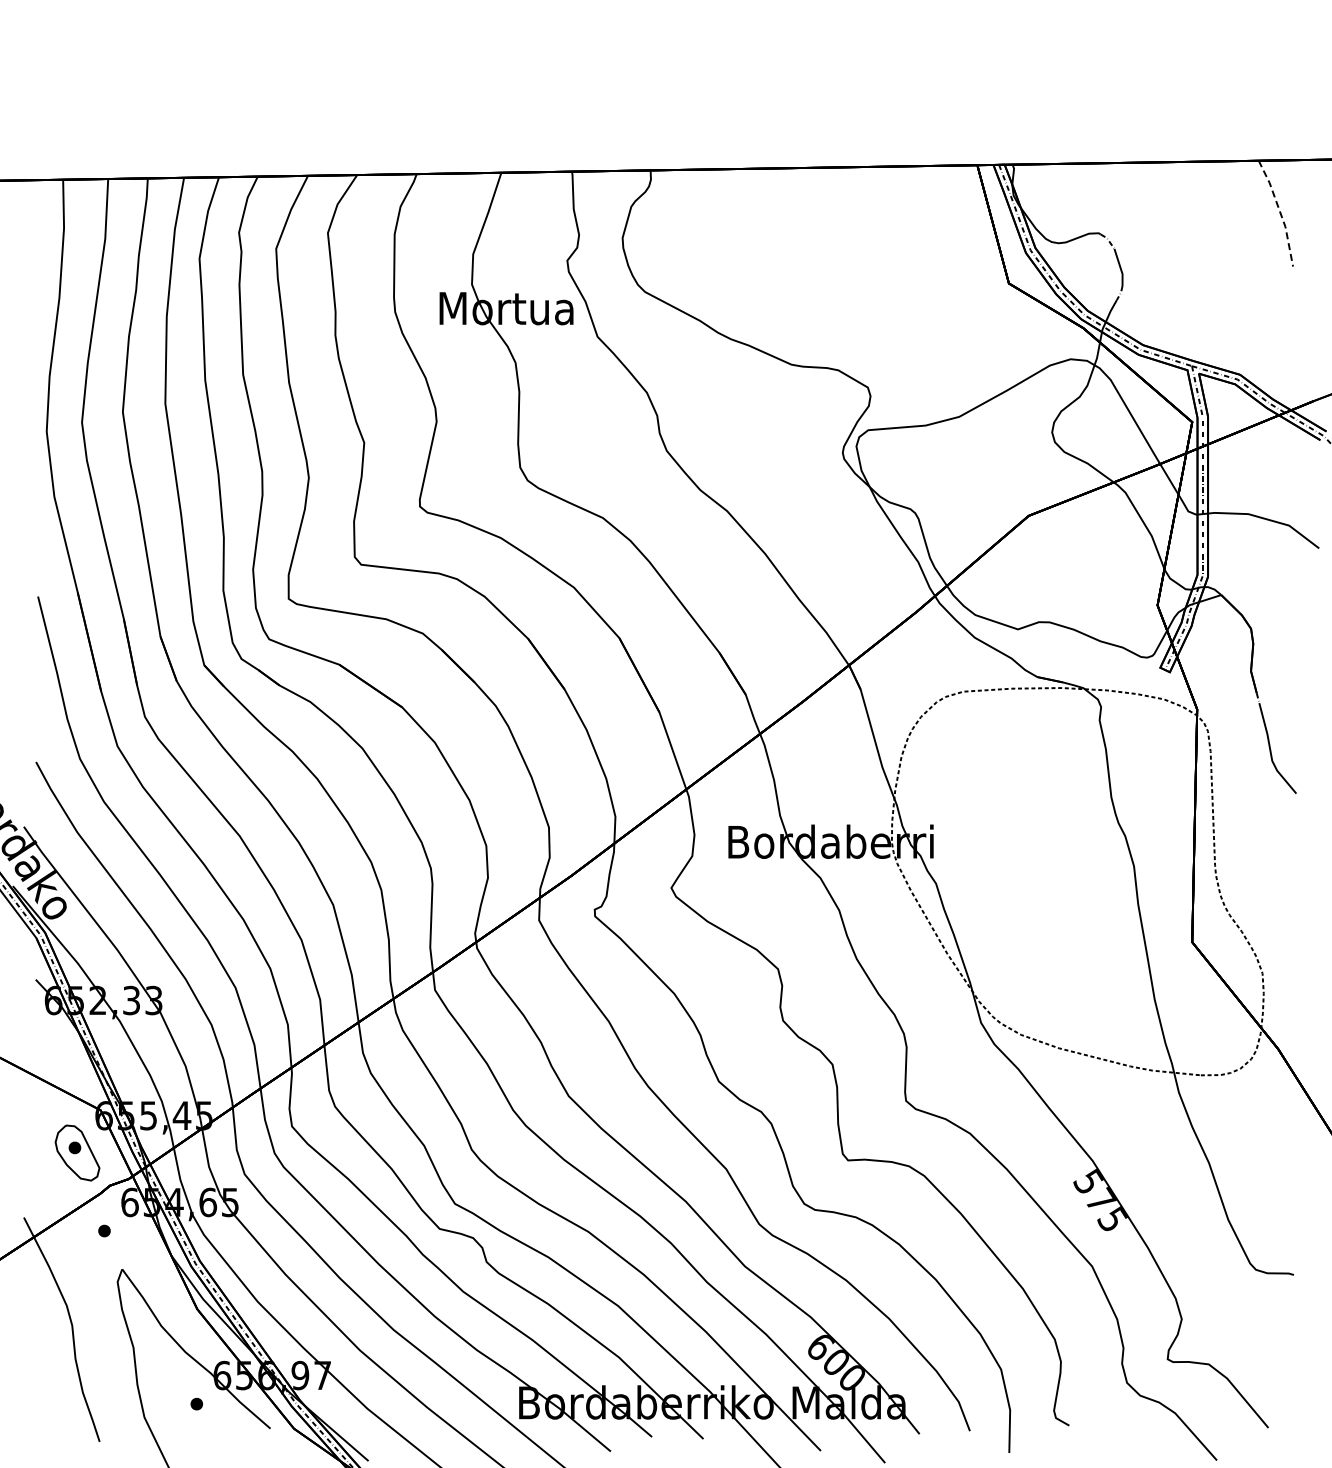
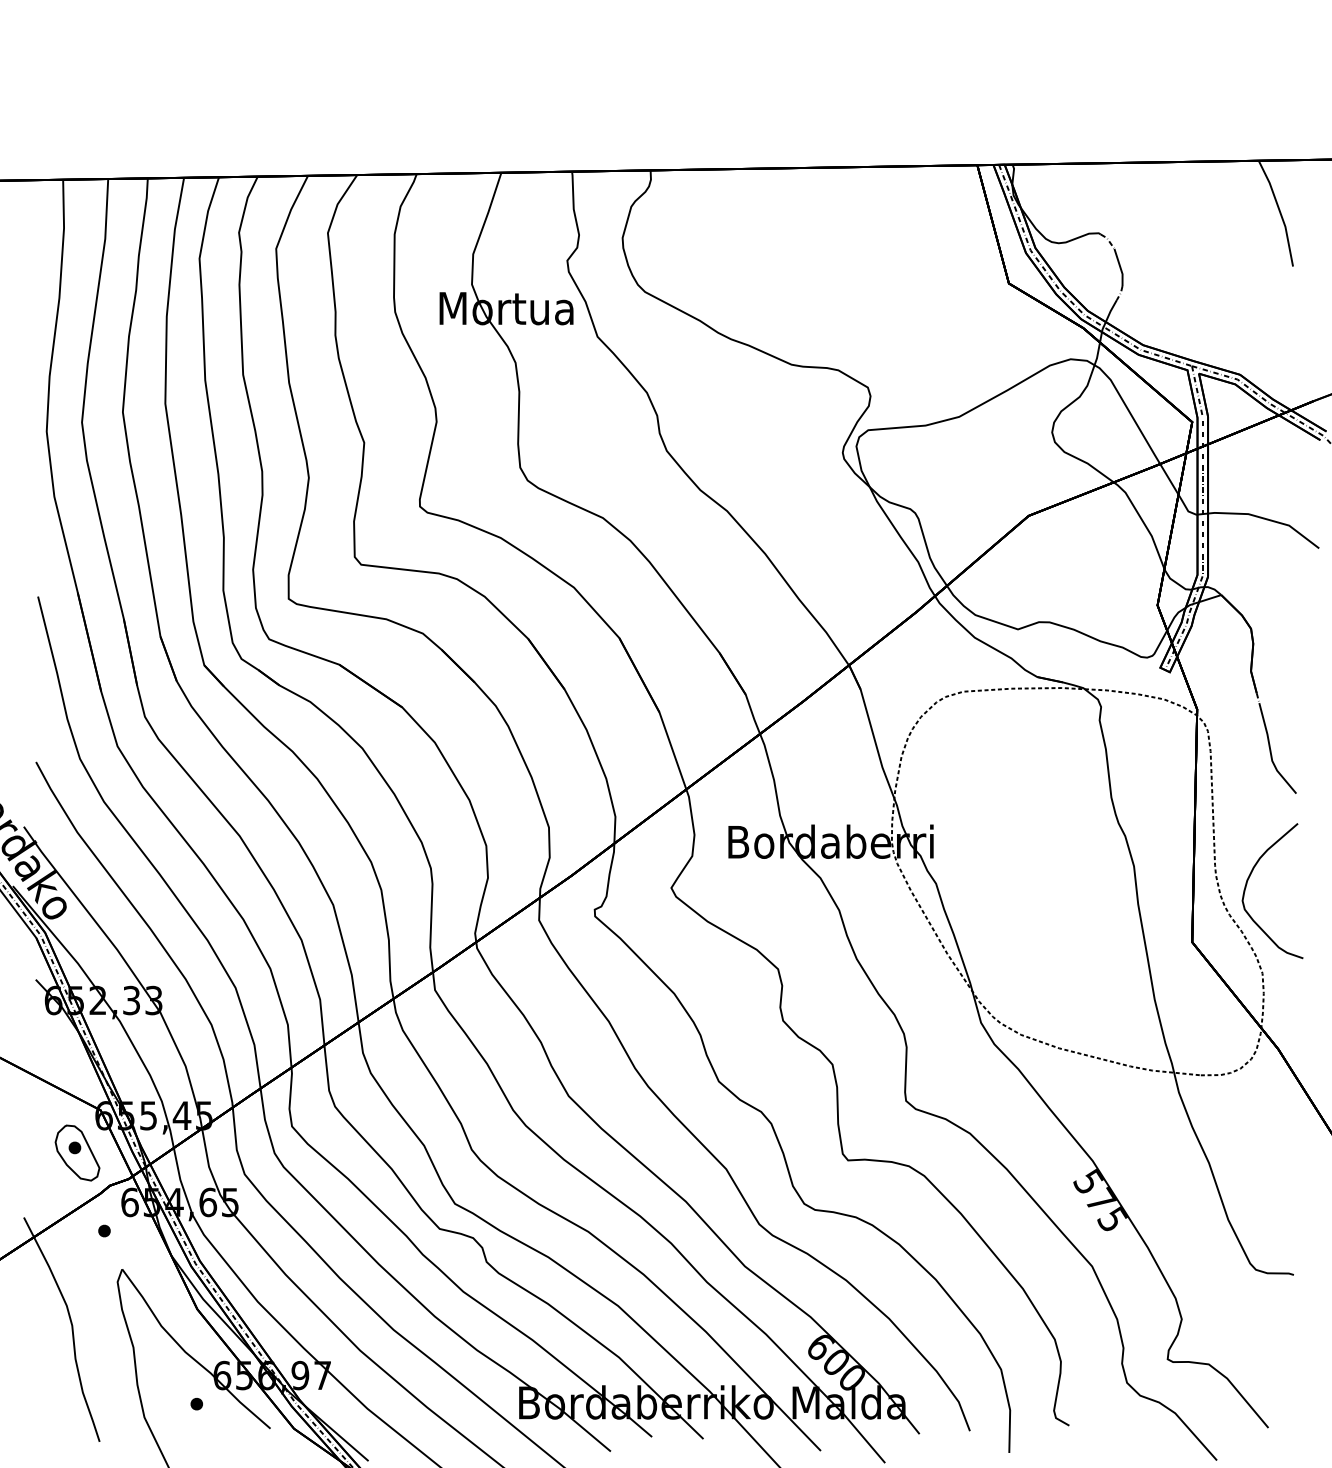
line at (1280, 212): dashed -> solid
curve at (1247, 884): none -> present
